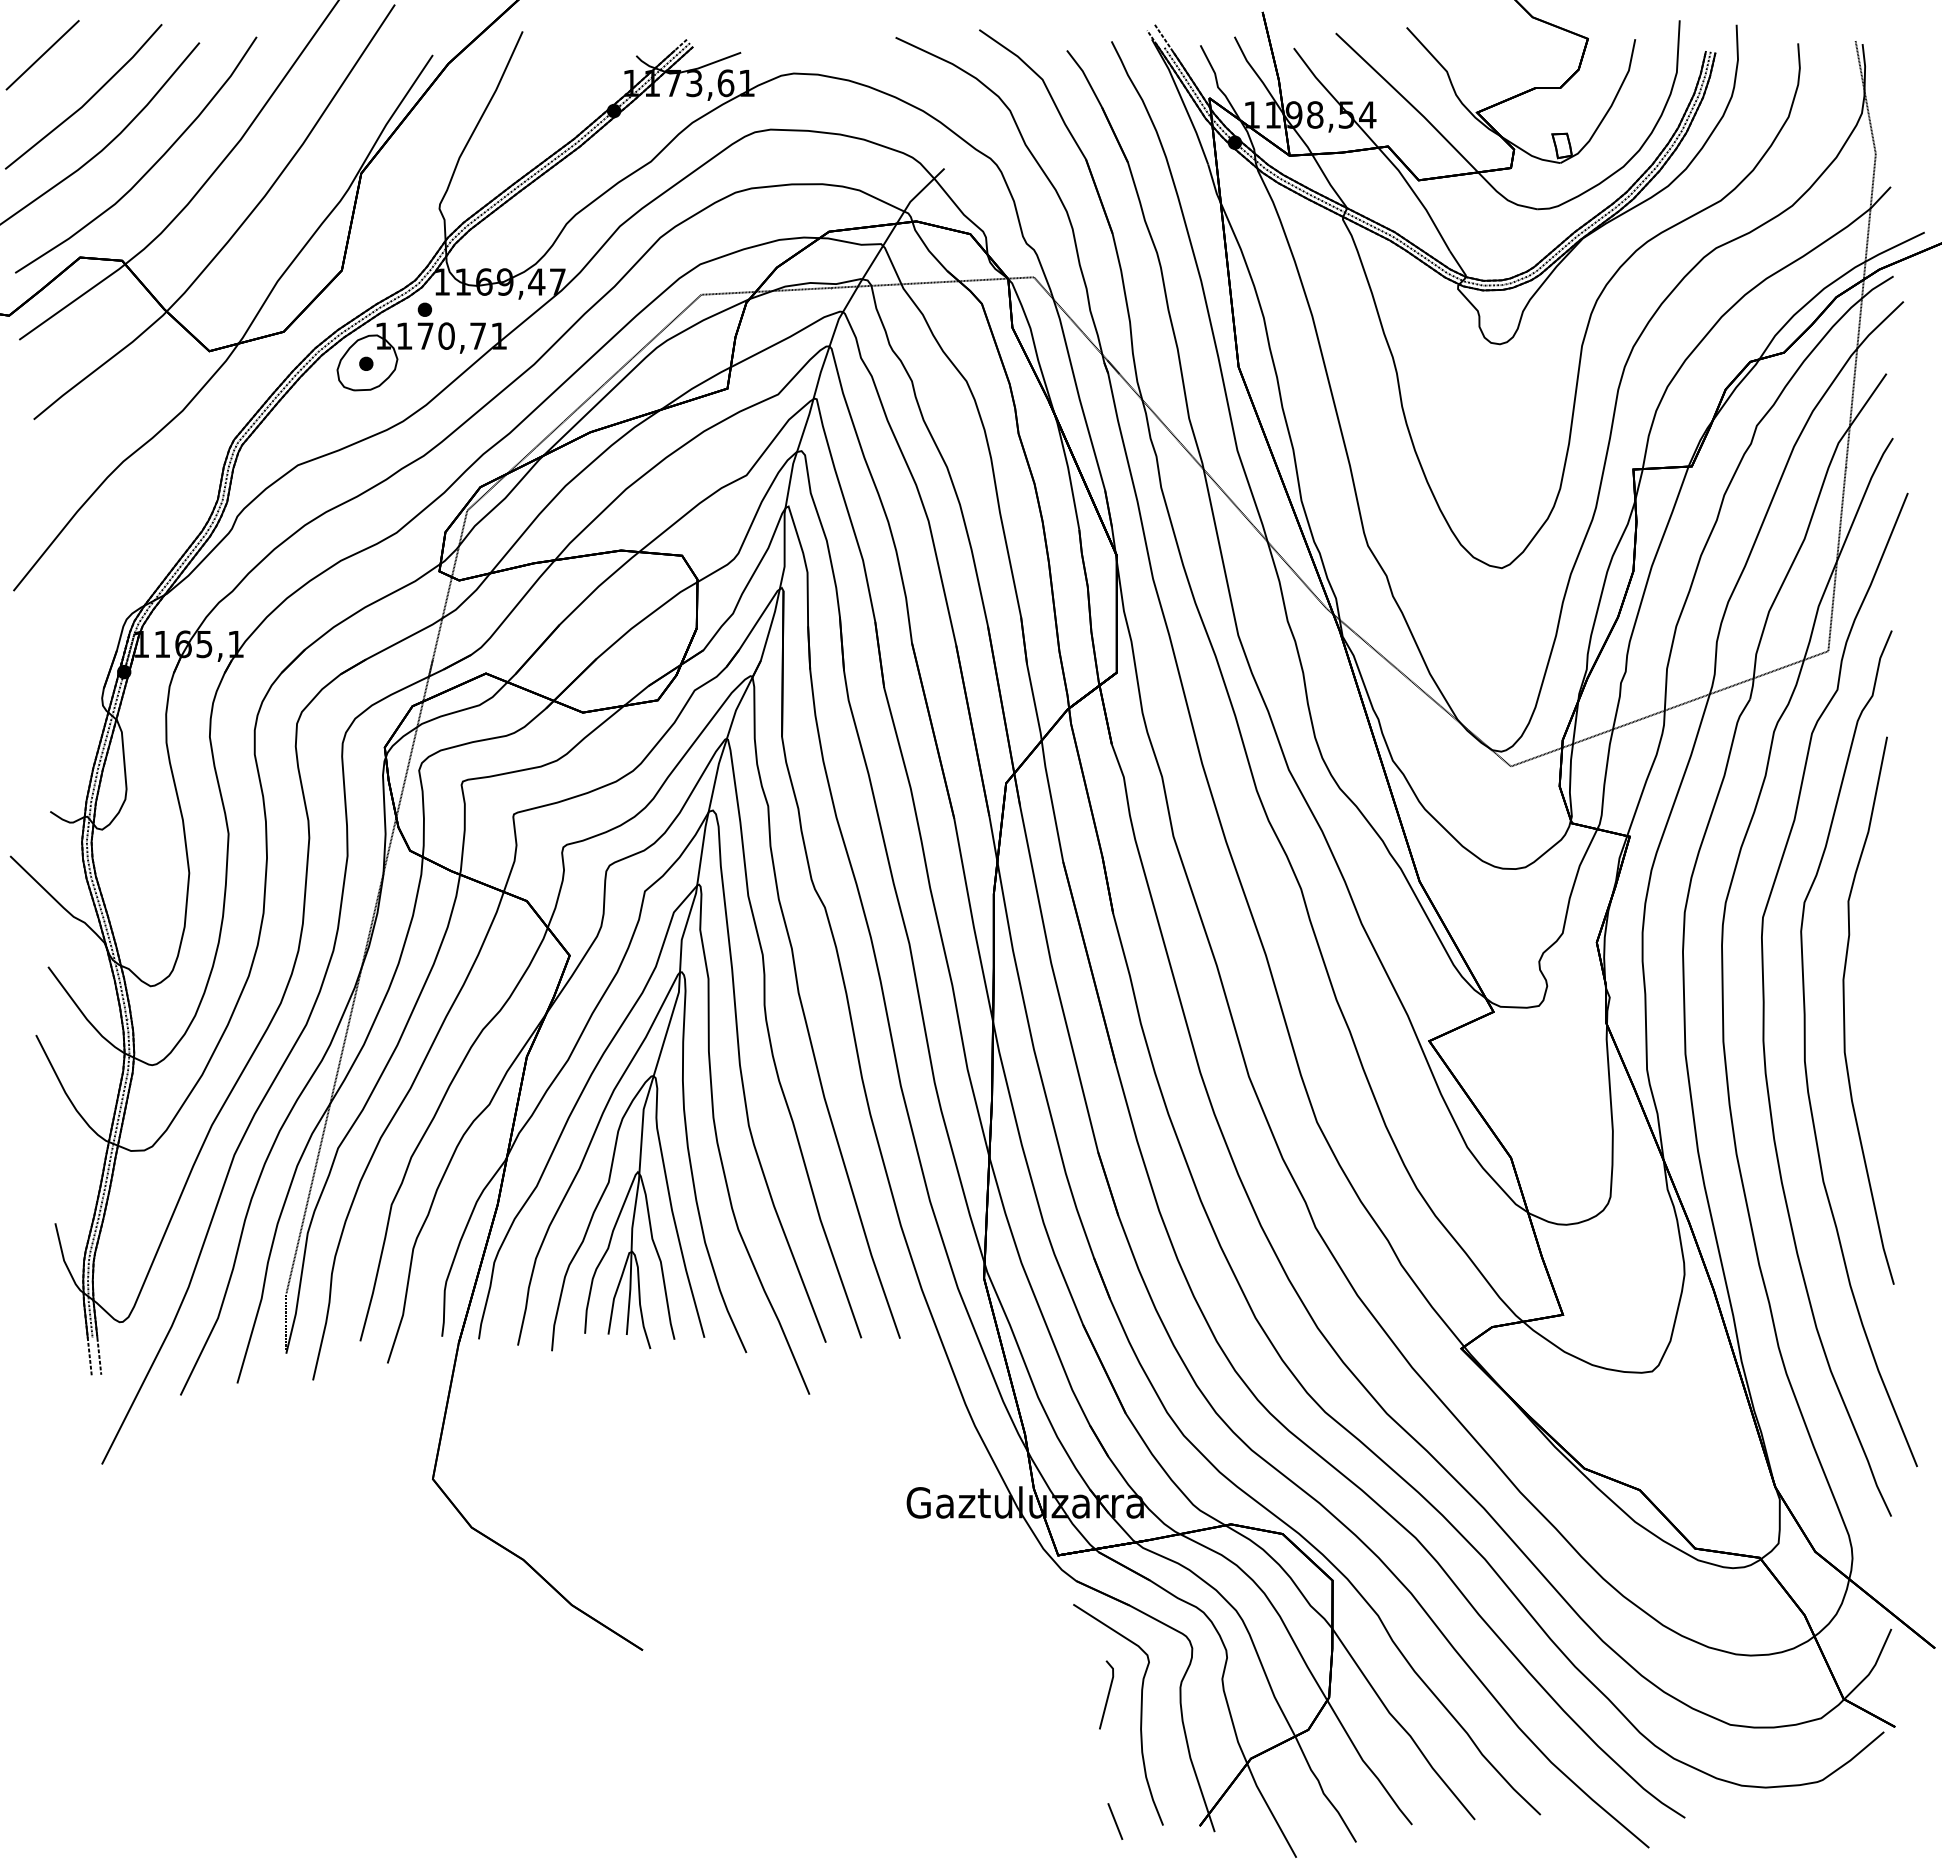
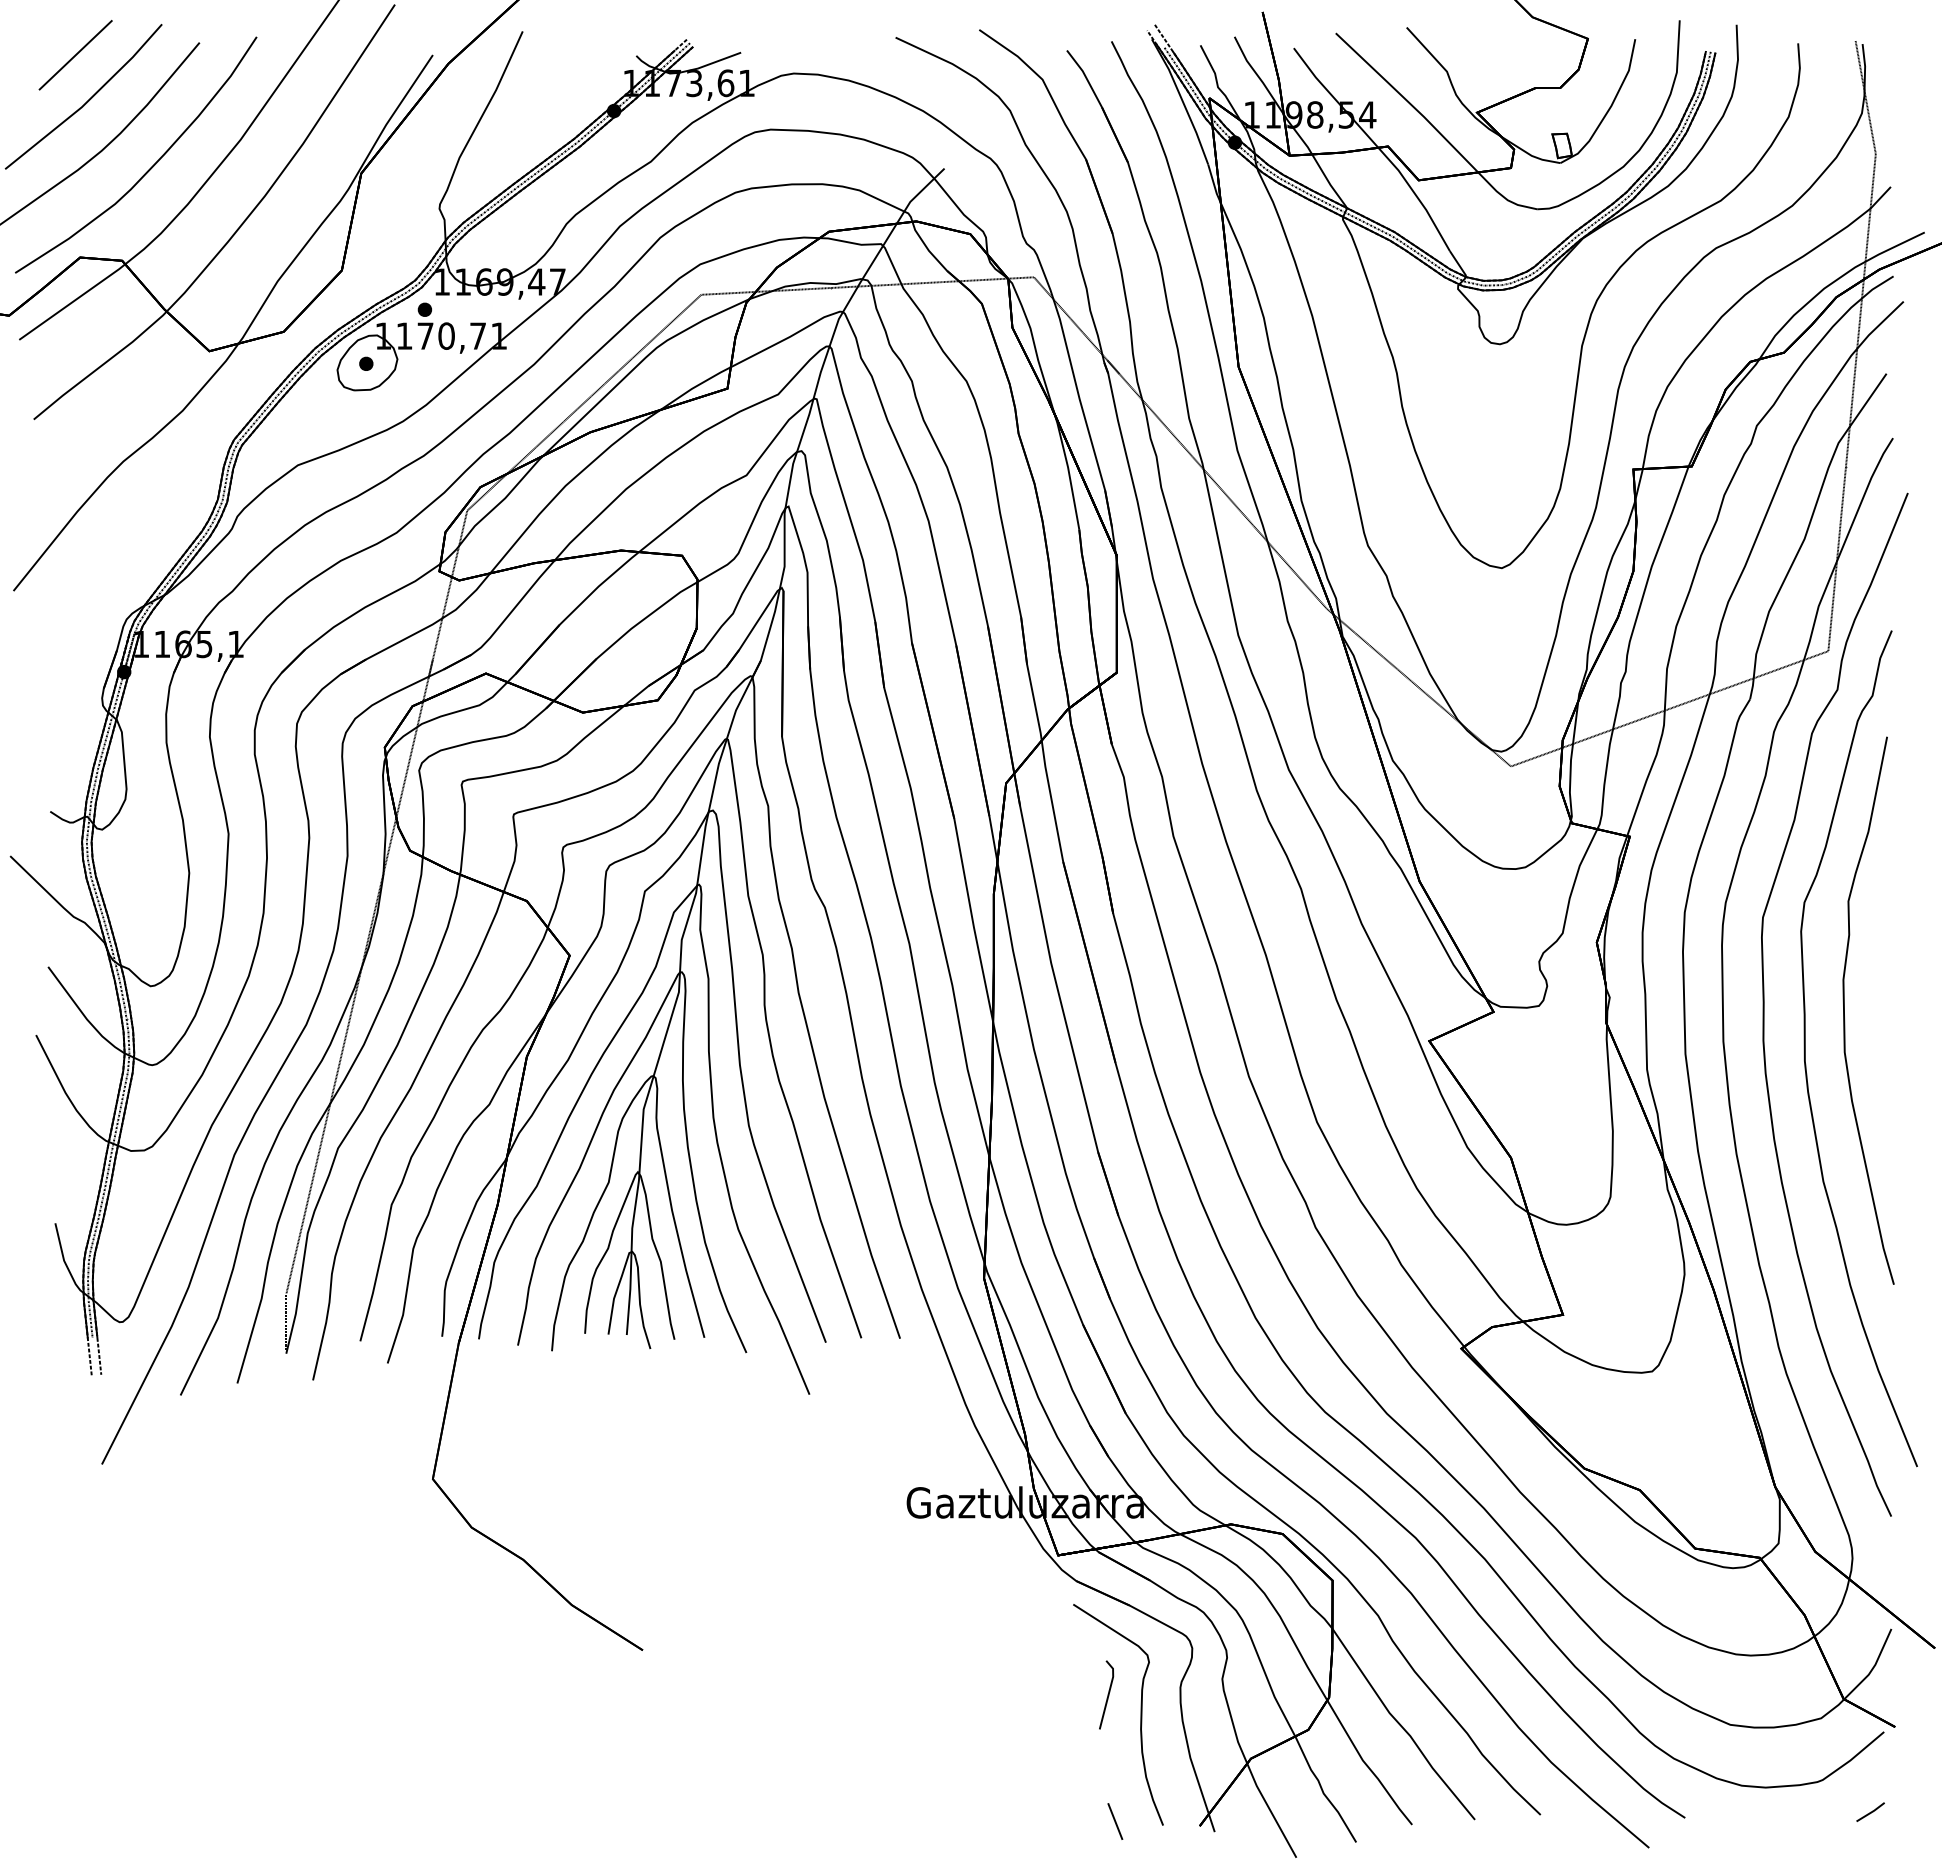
line at (42, 55) position: (42, 55) -> (75, 55)
line at (1870, 1811): none -> present
